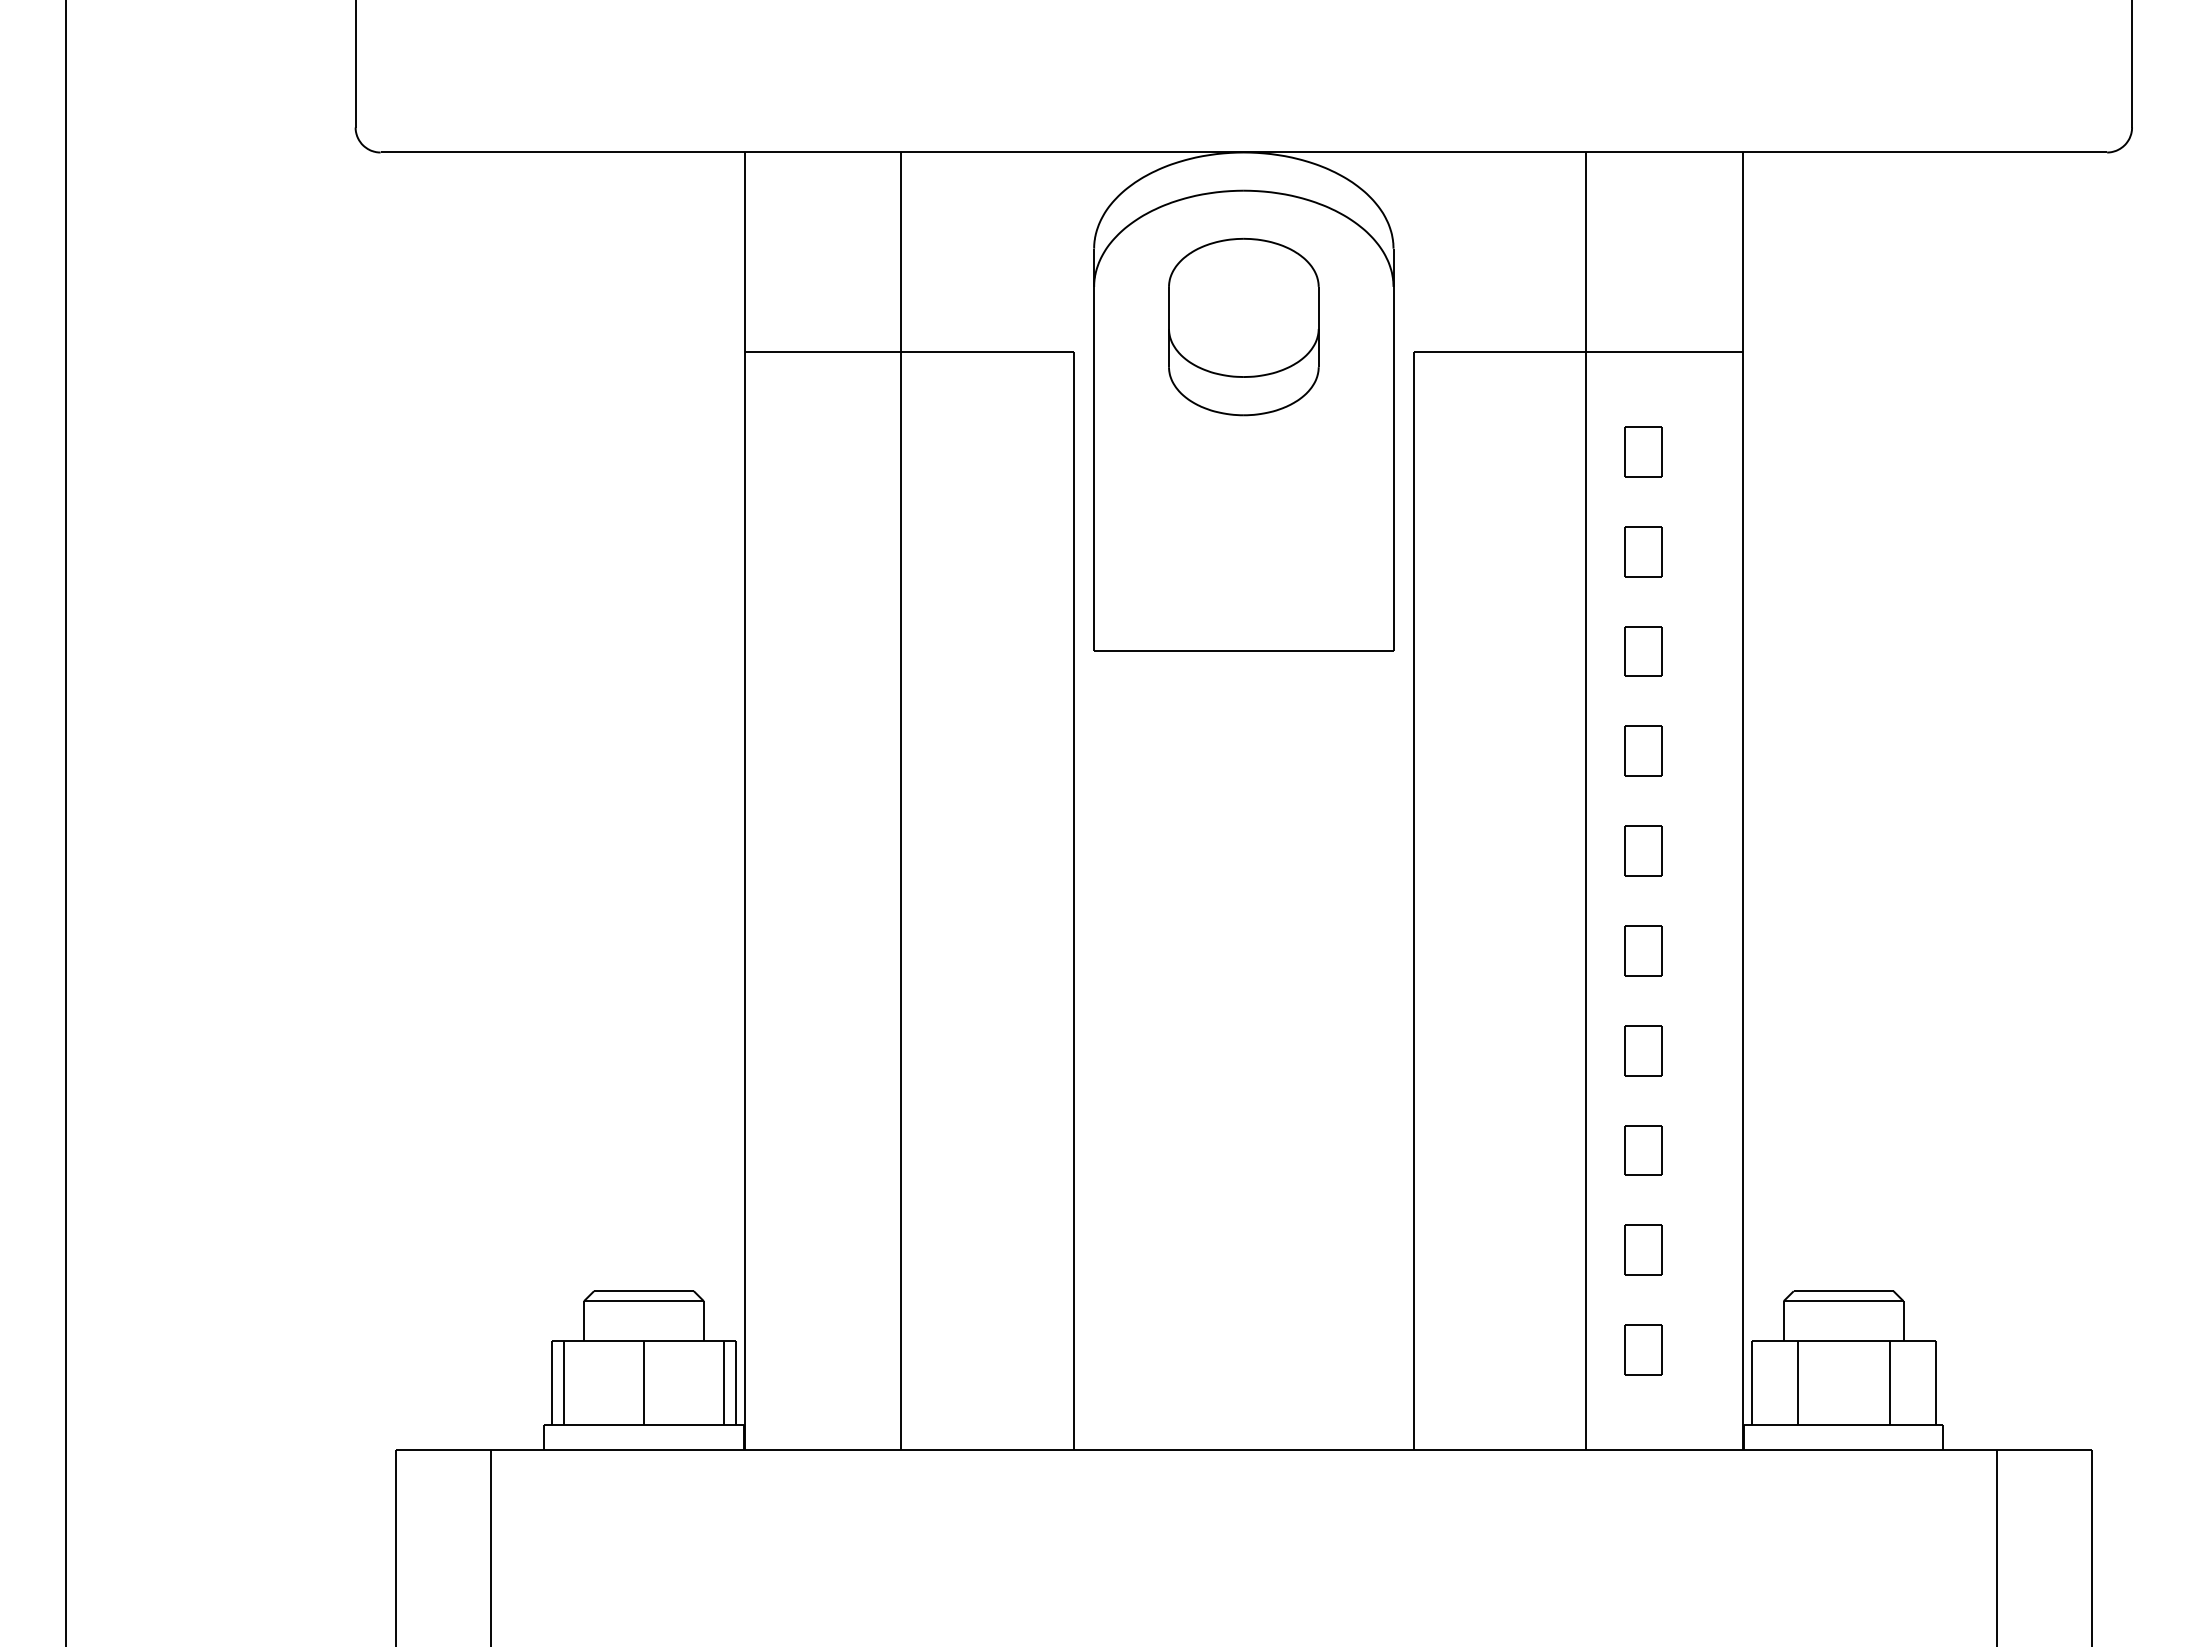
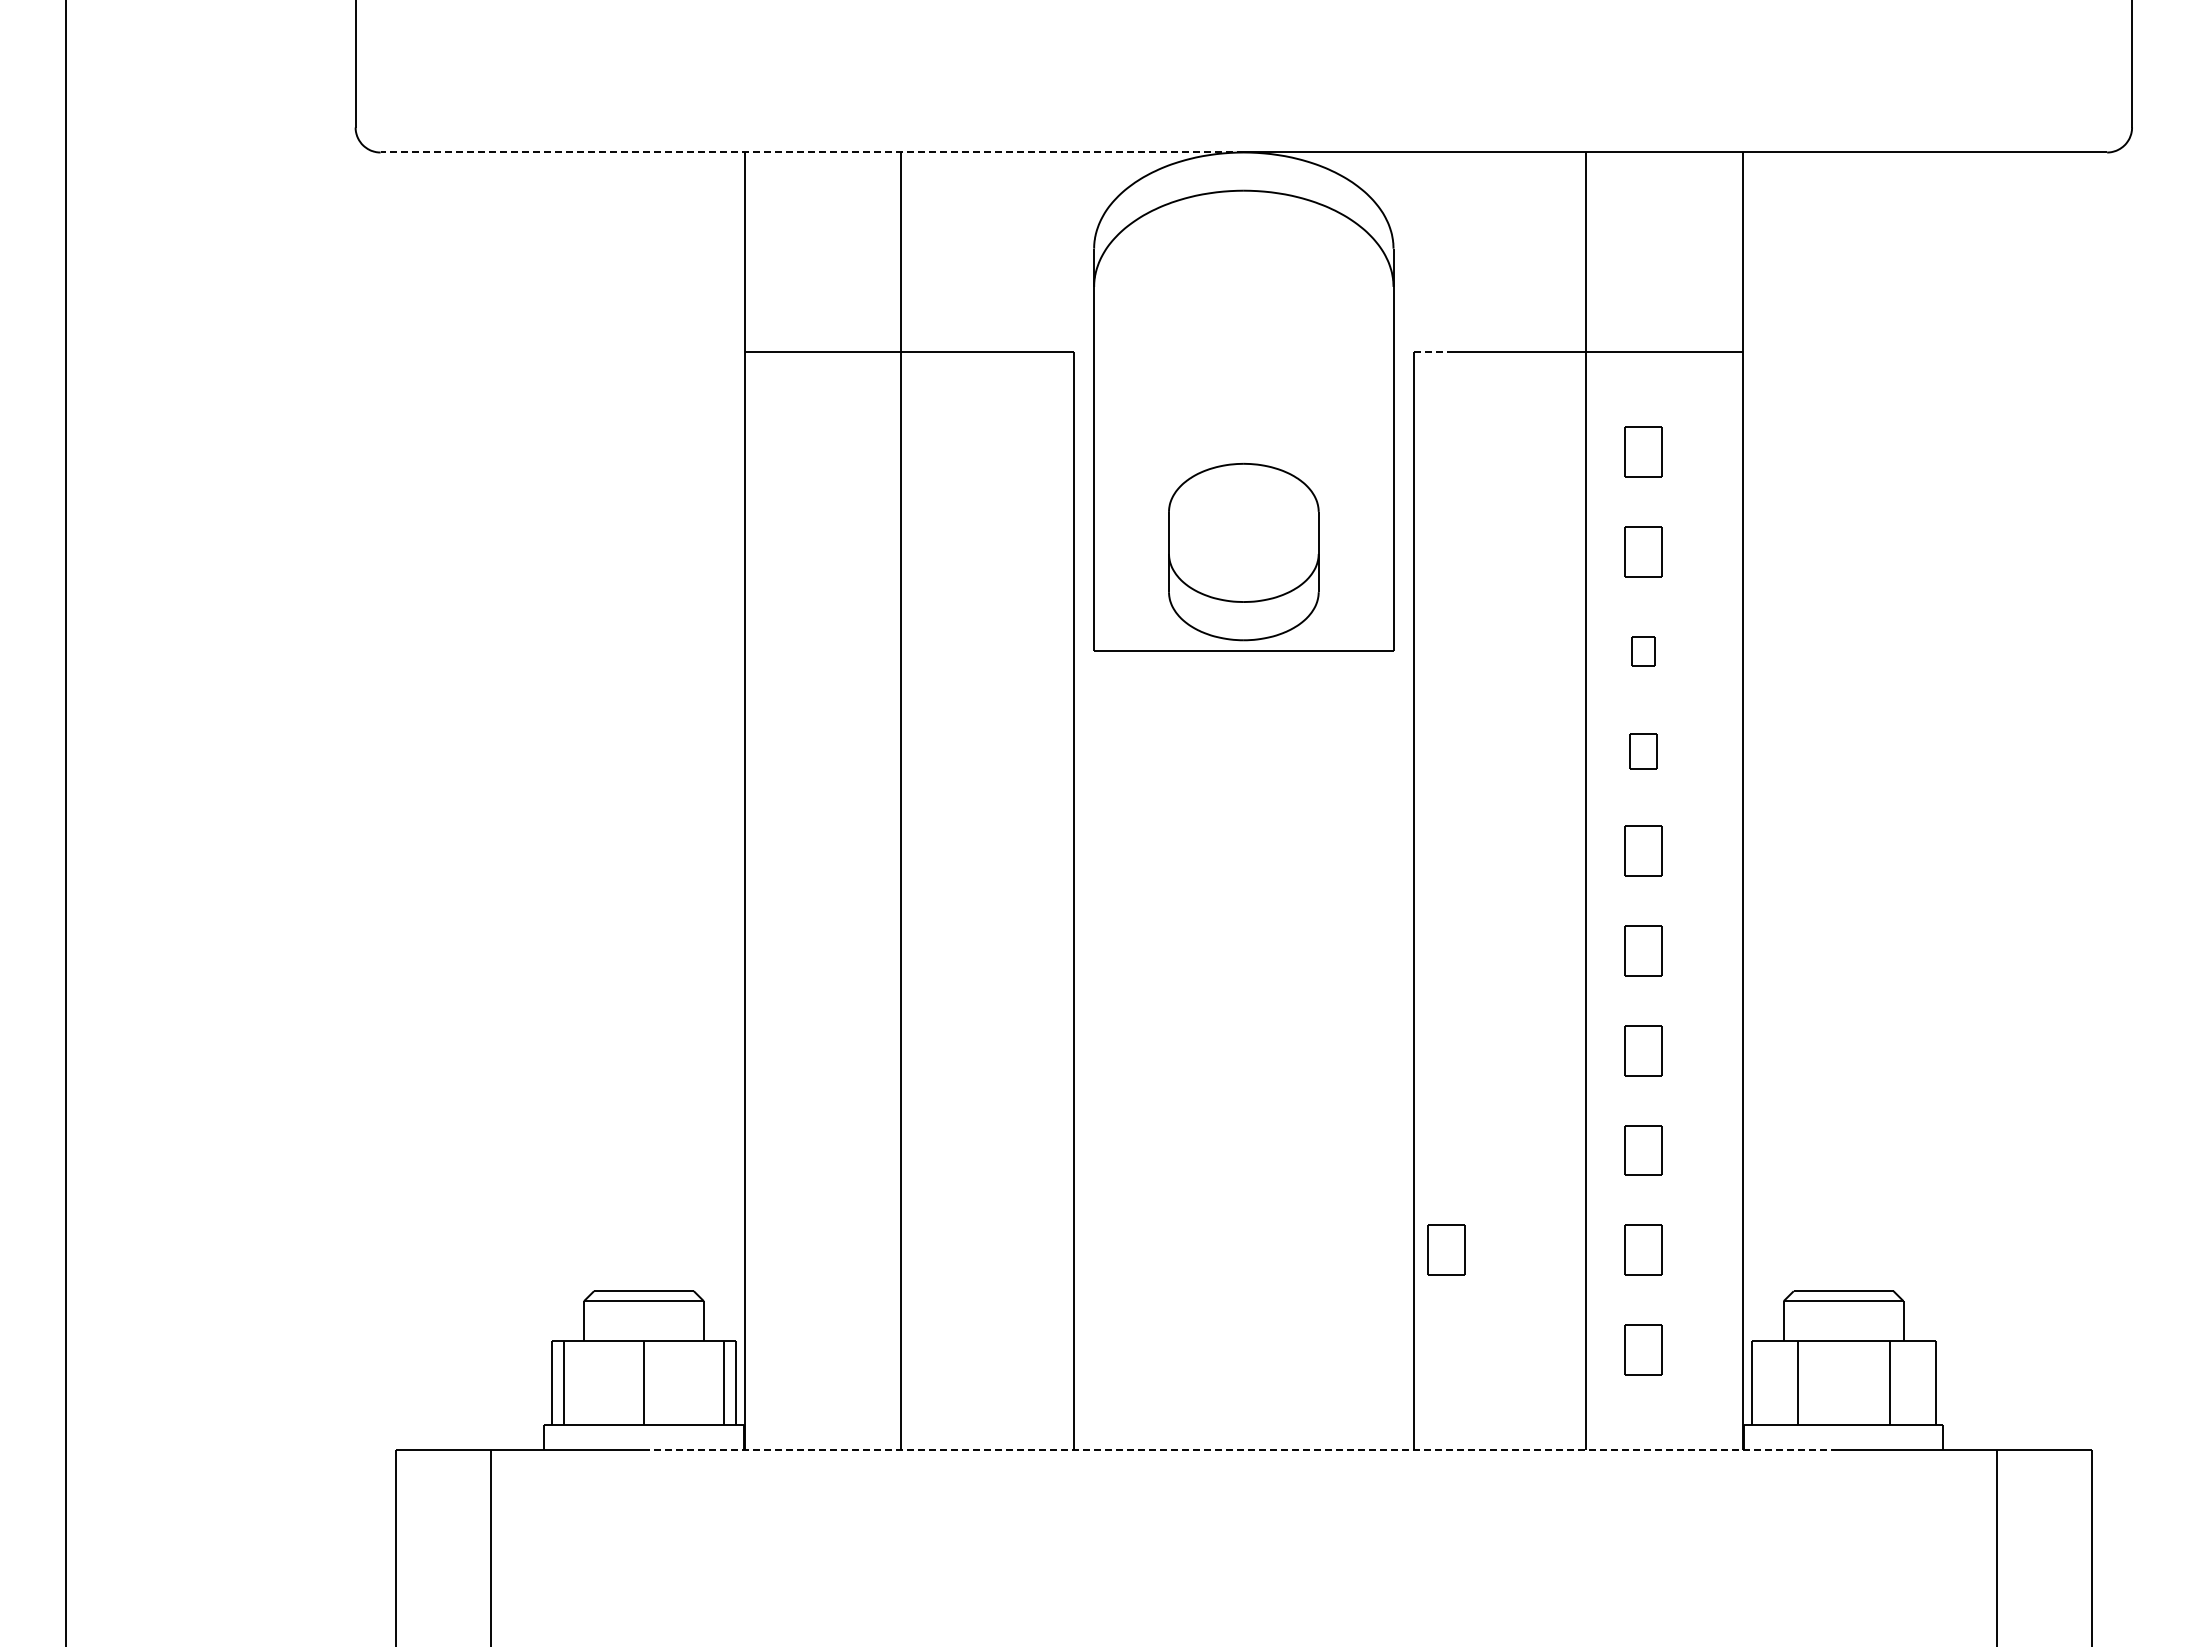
line at (812, 152): solid -> dashed
part at (1243, 326) position: (1243, 326) -> (1243, 551)
line at (1433, 352): solid -> dashed
part at (1643, 651) size: 39x51 px -> 25x31 px
part at (1643, 750) size: 39x52 px -> 29x37 px
part at (1446, 1249): none -> present
line at (1243, 1449): solid -> dashed
